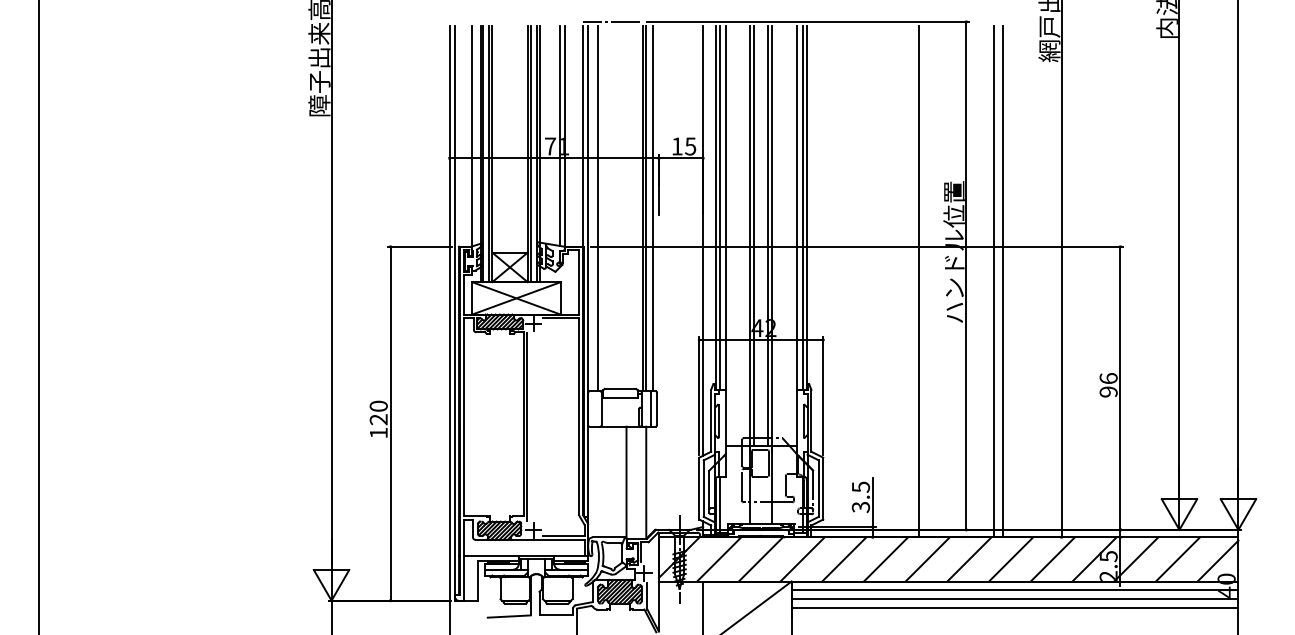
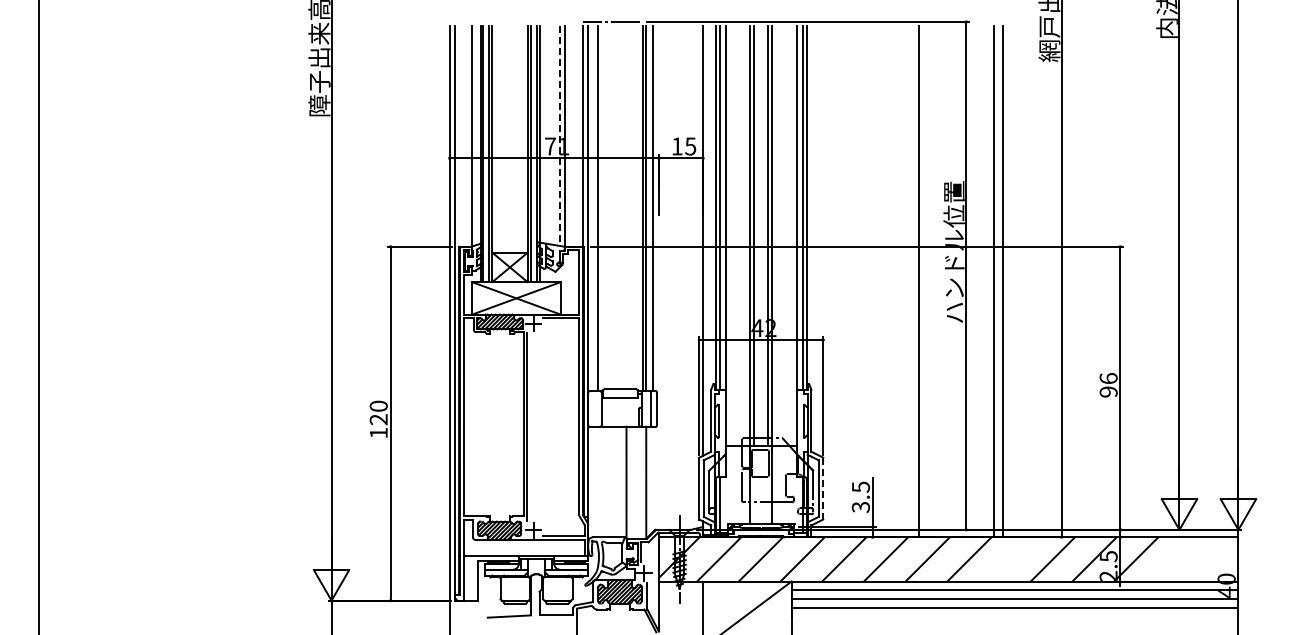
line at (560, 136): solid -> dashed
line at (823, 488): solid -> dashed
line at (1011, 559): present -> none
line at (1177, 559): present -> none
line at (1217, 560): present -> none
